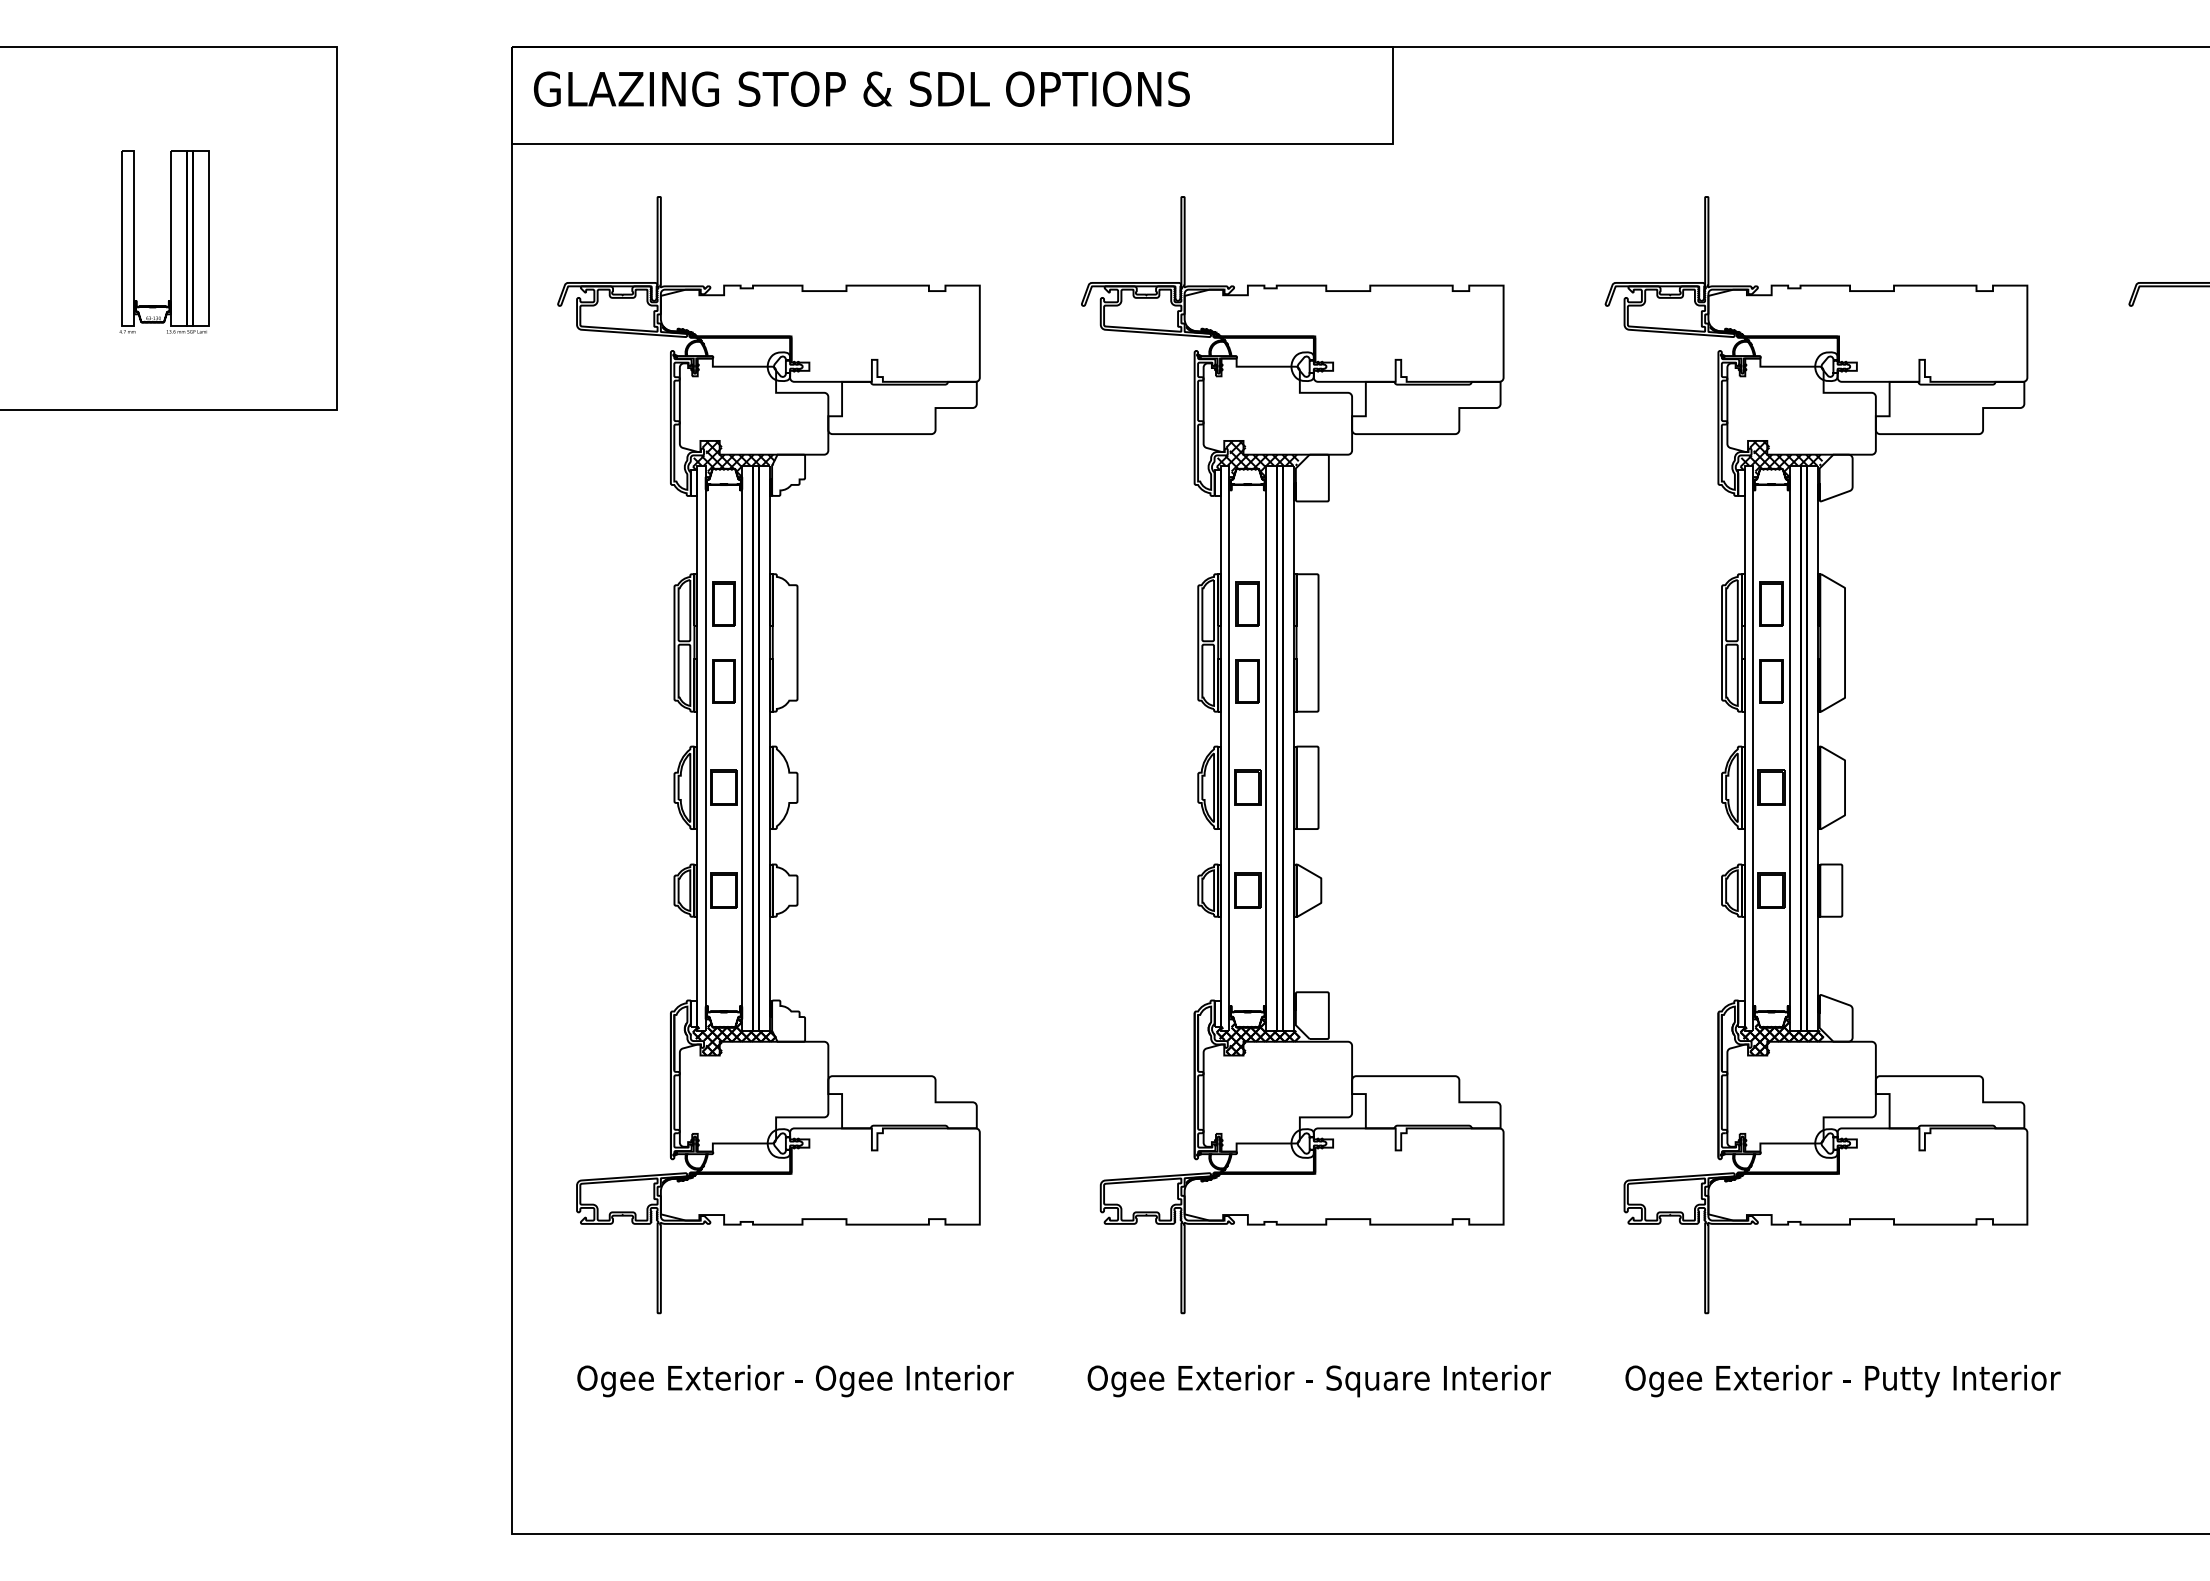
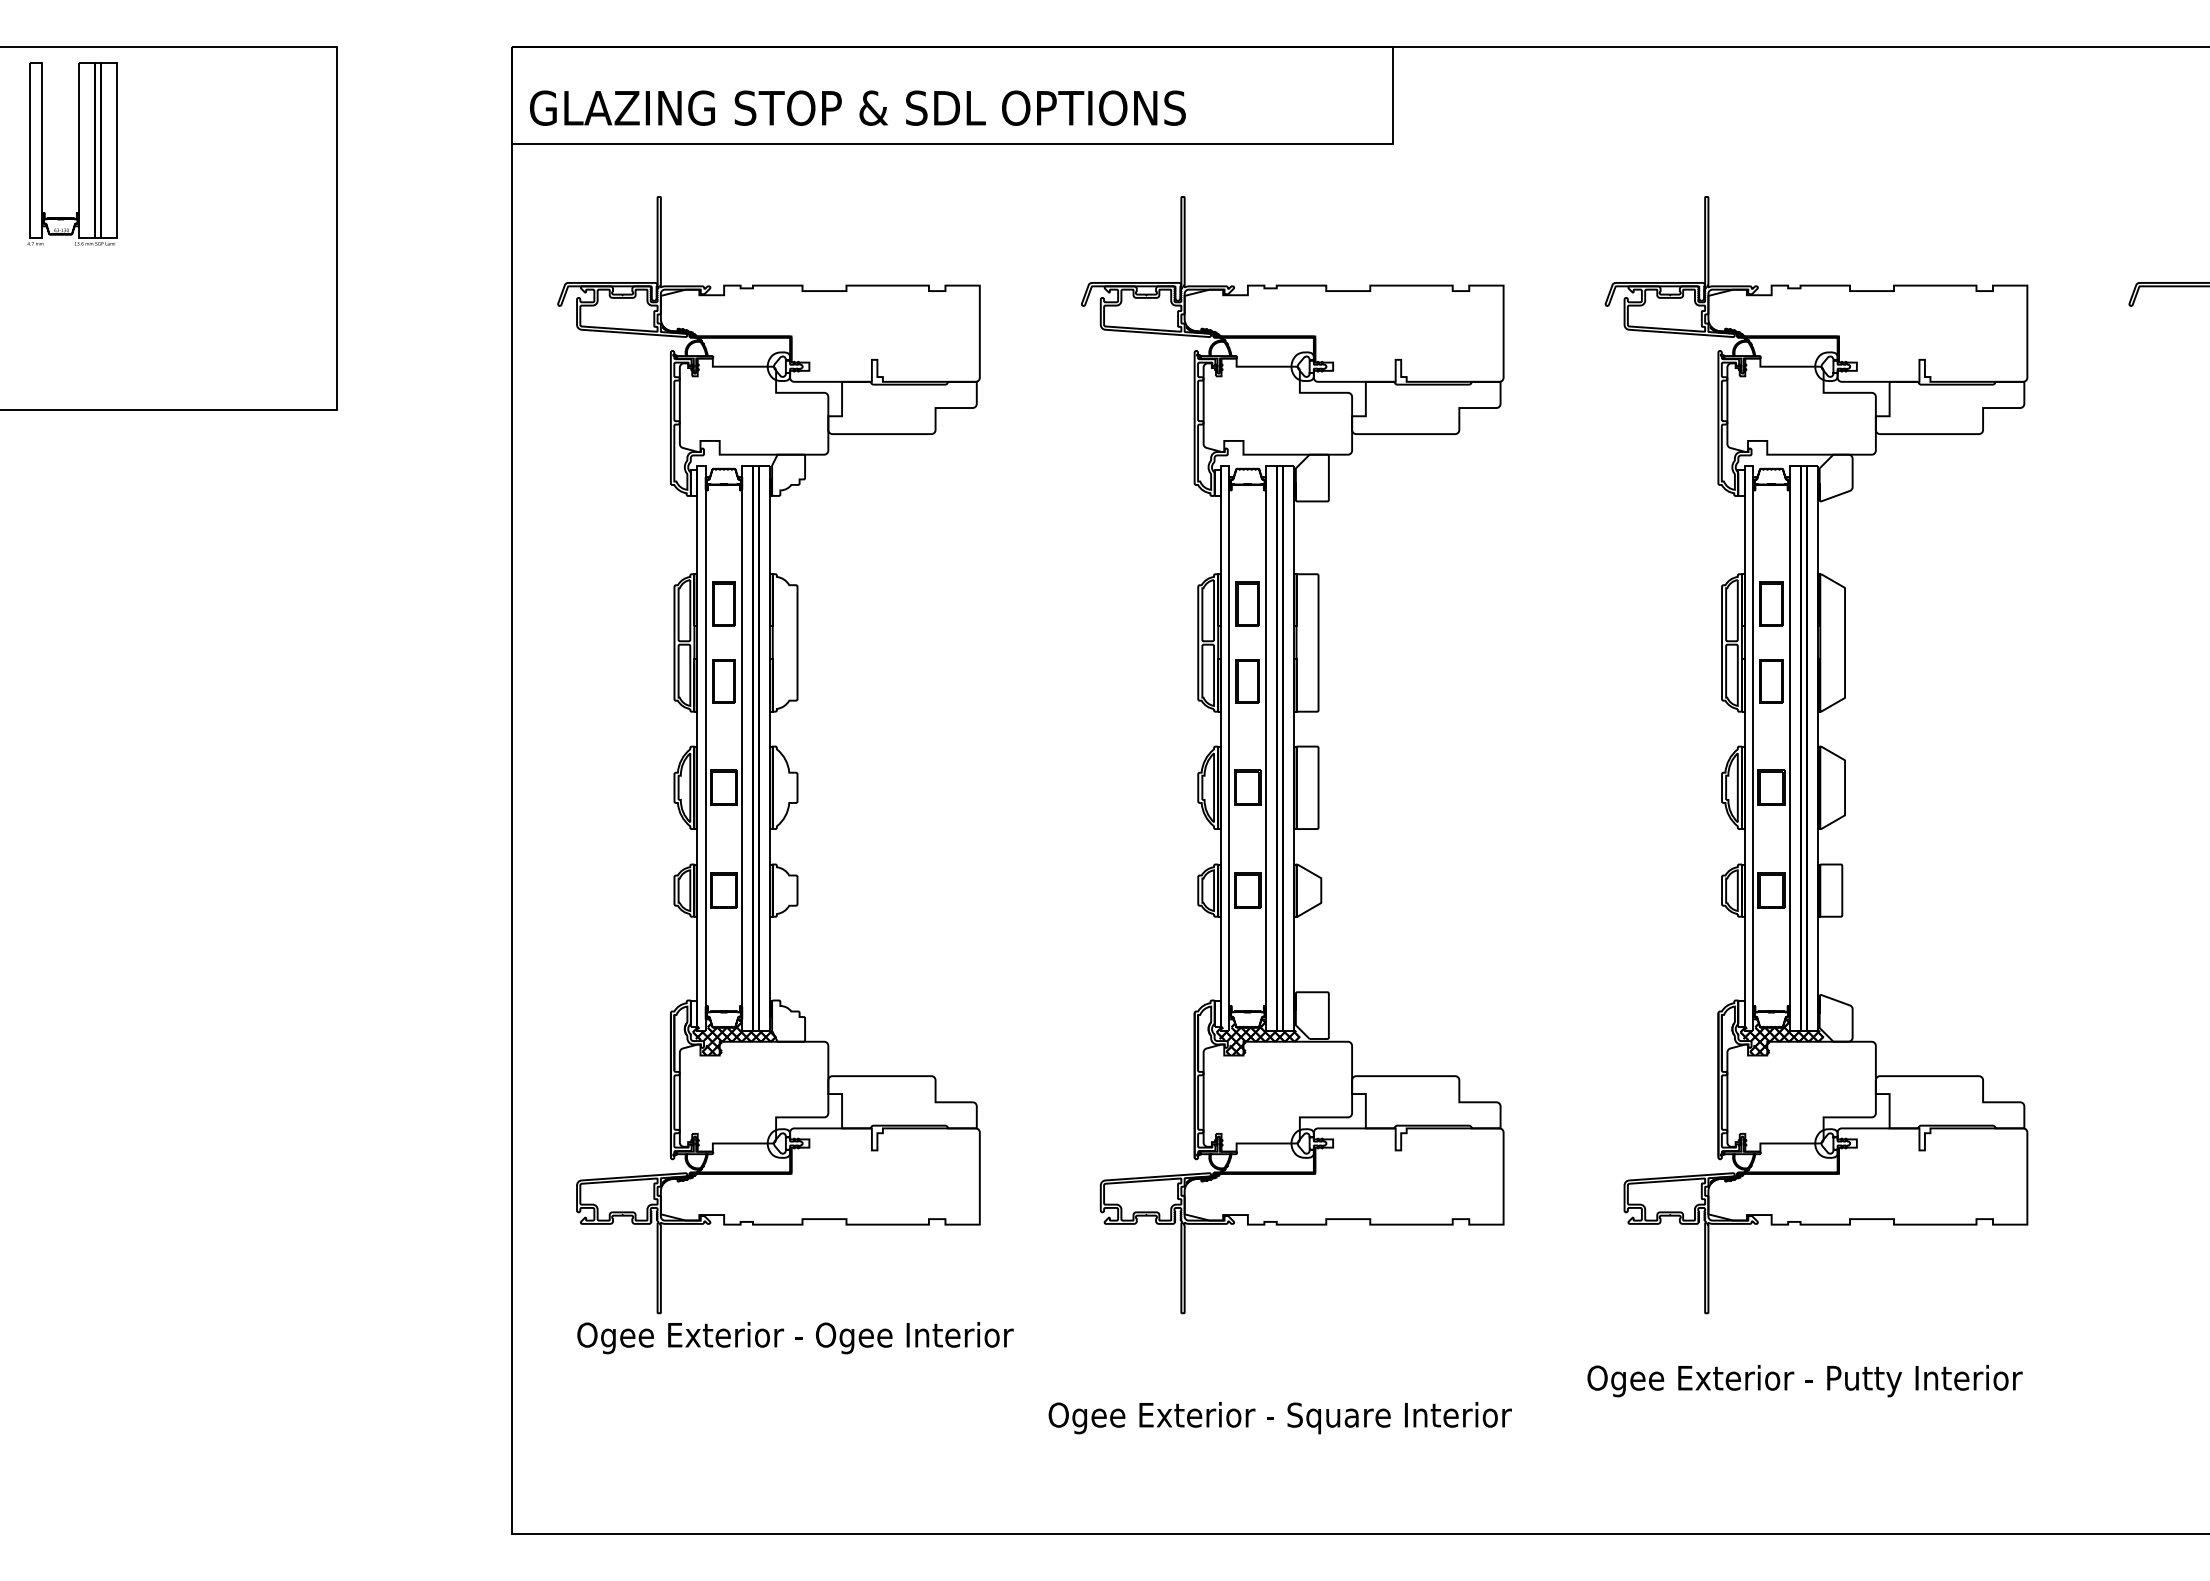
text at (861, 88) position: (861, 88) -> (857, 107)
part at (164, 241) position: (164, 241) -> (72, 153)
hatch at (735, 459): present -> none
hatch at (1258, 459): present -> none
hatch at (1782, 459): present -> none
text at (795, 1381) position: (795, 1381) -> (795, 1338)
text at (1318, 1381) position: (1318, 1381) -> (1279, 1418)
text at (1842, 1381) position: (1842, 1381) -> (1804, 1381)
